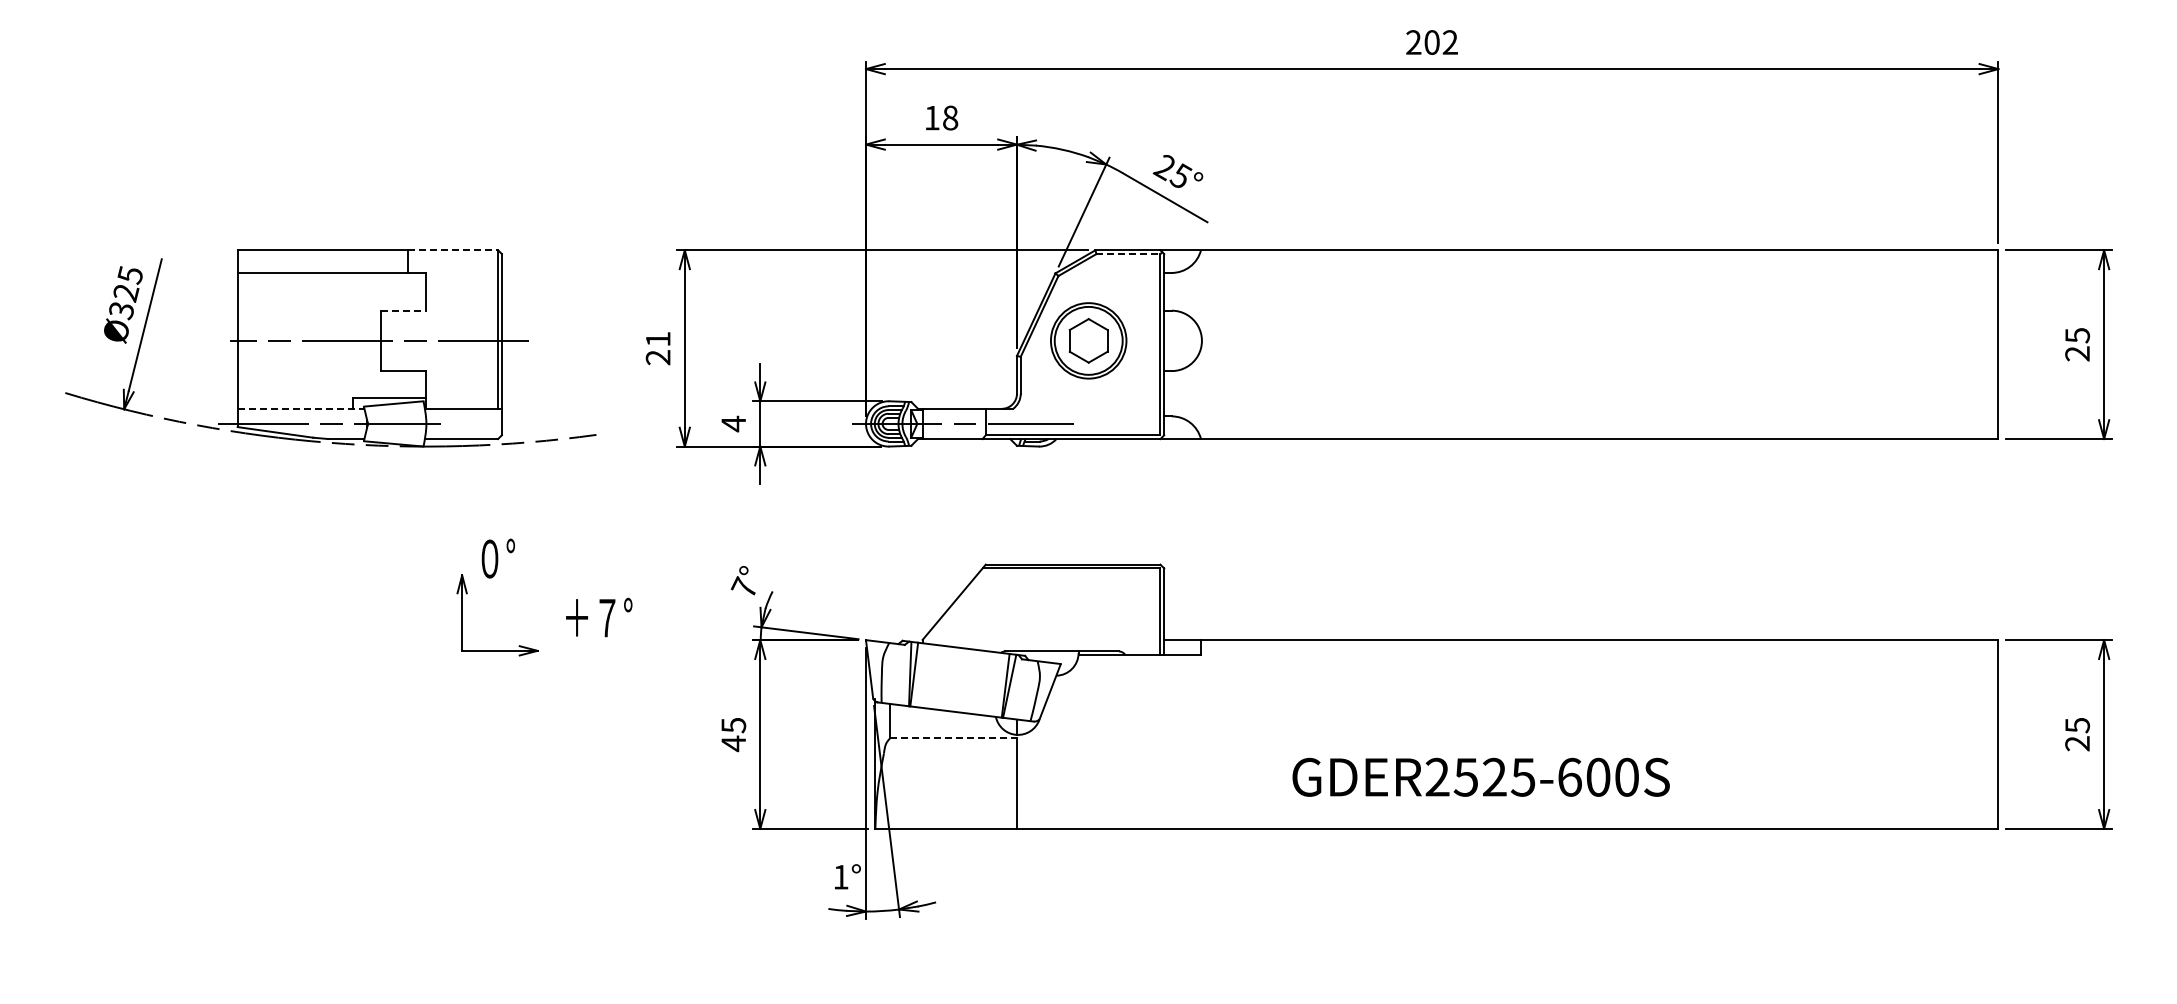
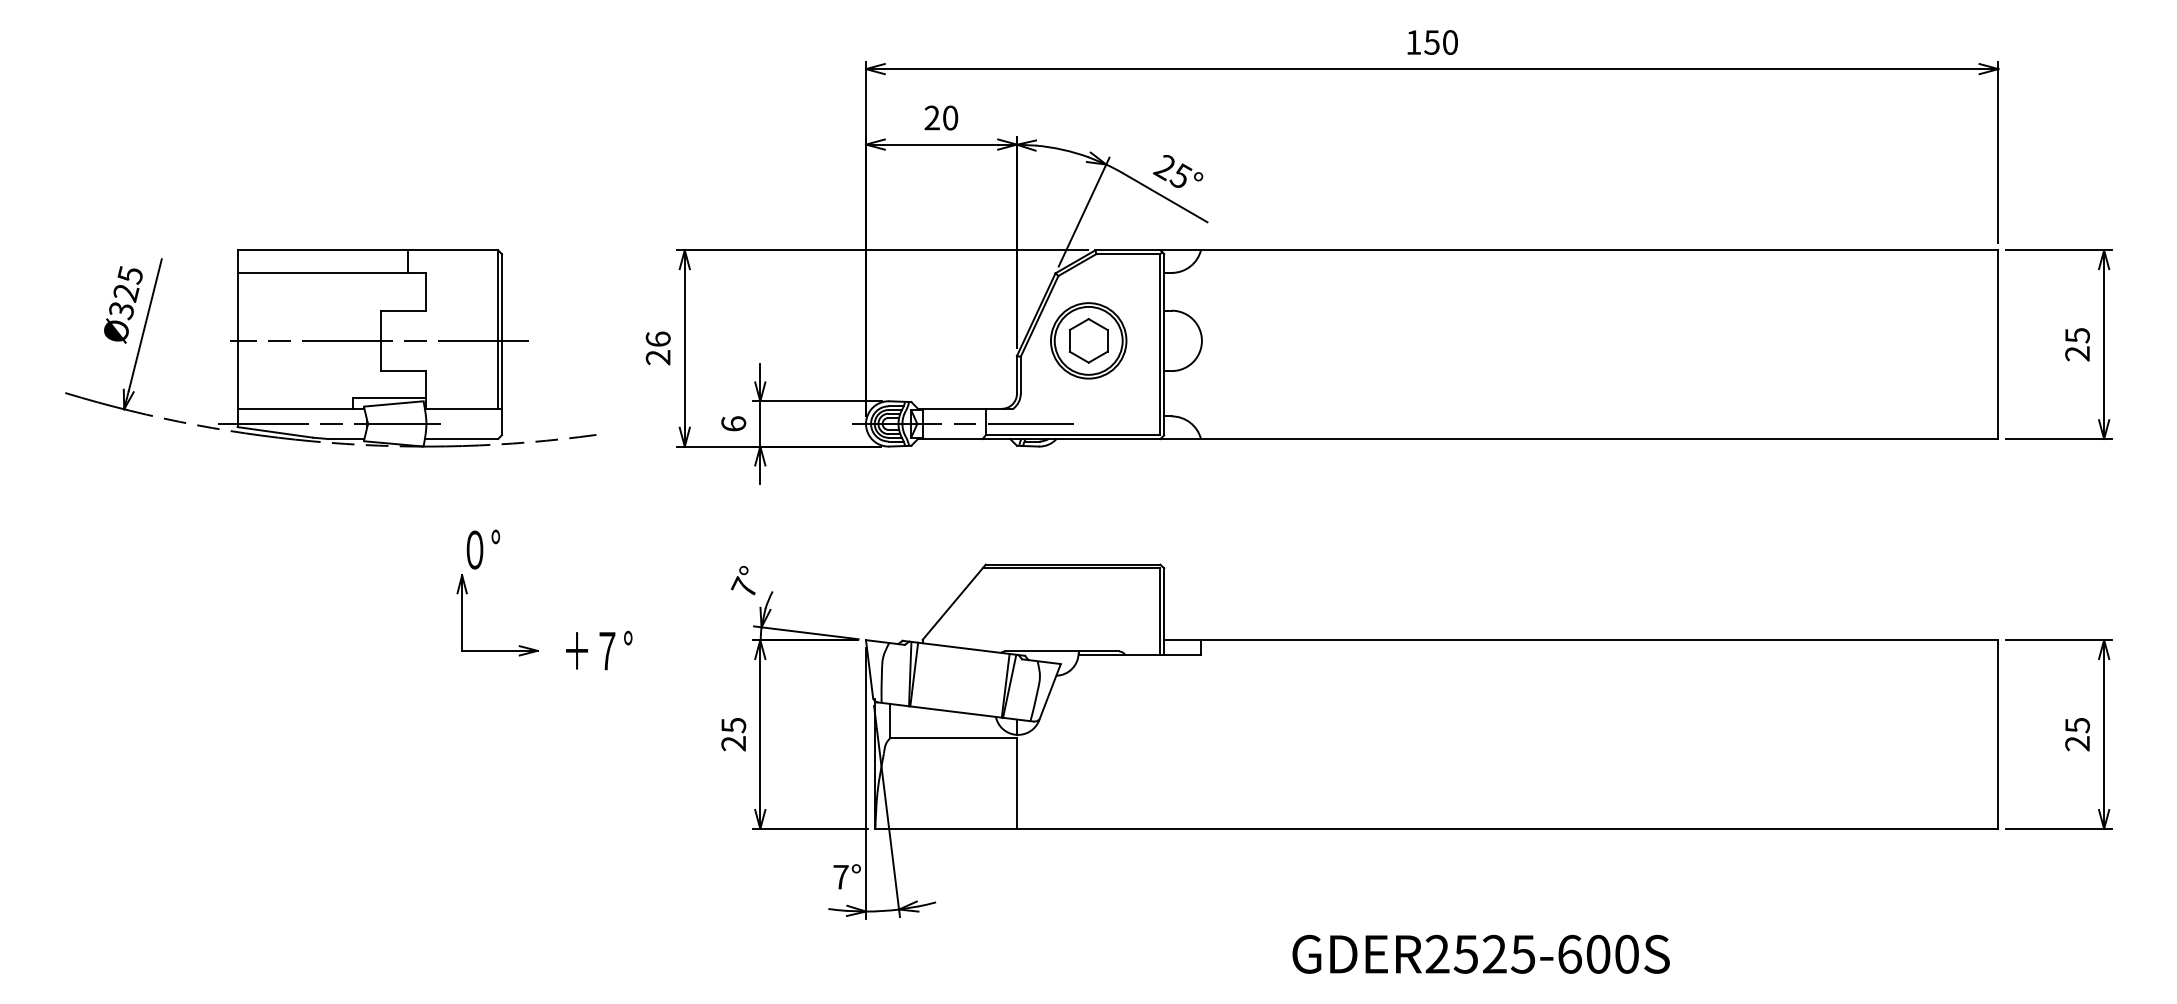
text at (1431, 42): 202 -> 150
text at (941, 117): 18 -> 20
line at (453, 250): dashed -> solid
line at (1128, 254): dashed -> solid
line at (403, 310): dashed -> solid
text at (657, 338): 21 -> 26
line at (301, 408): dashed -> solid
text at (733, 423): 4 -> 6
text at (497, 558) position: (497, 558) -> (482, 549)
text at (599, 617) position: (599, 617) -> (599, 650)
line at (954, 738): dashed -> solid
text at (733, 743): 45 -> 25
text at (1480, 776) position: (1480, 776) -> (1480, 953)
text at (840, 877): 1° -> 7°
